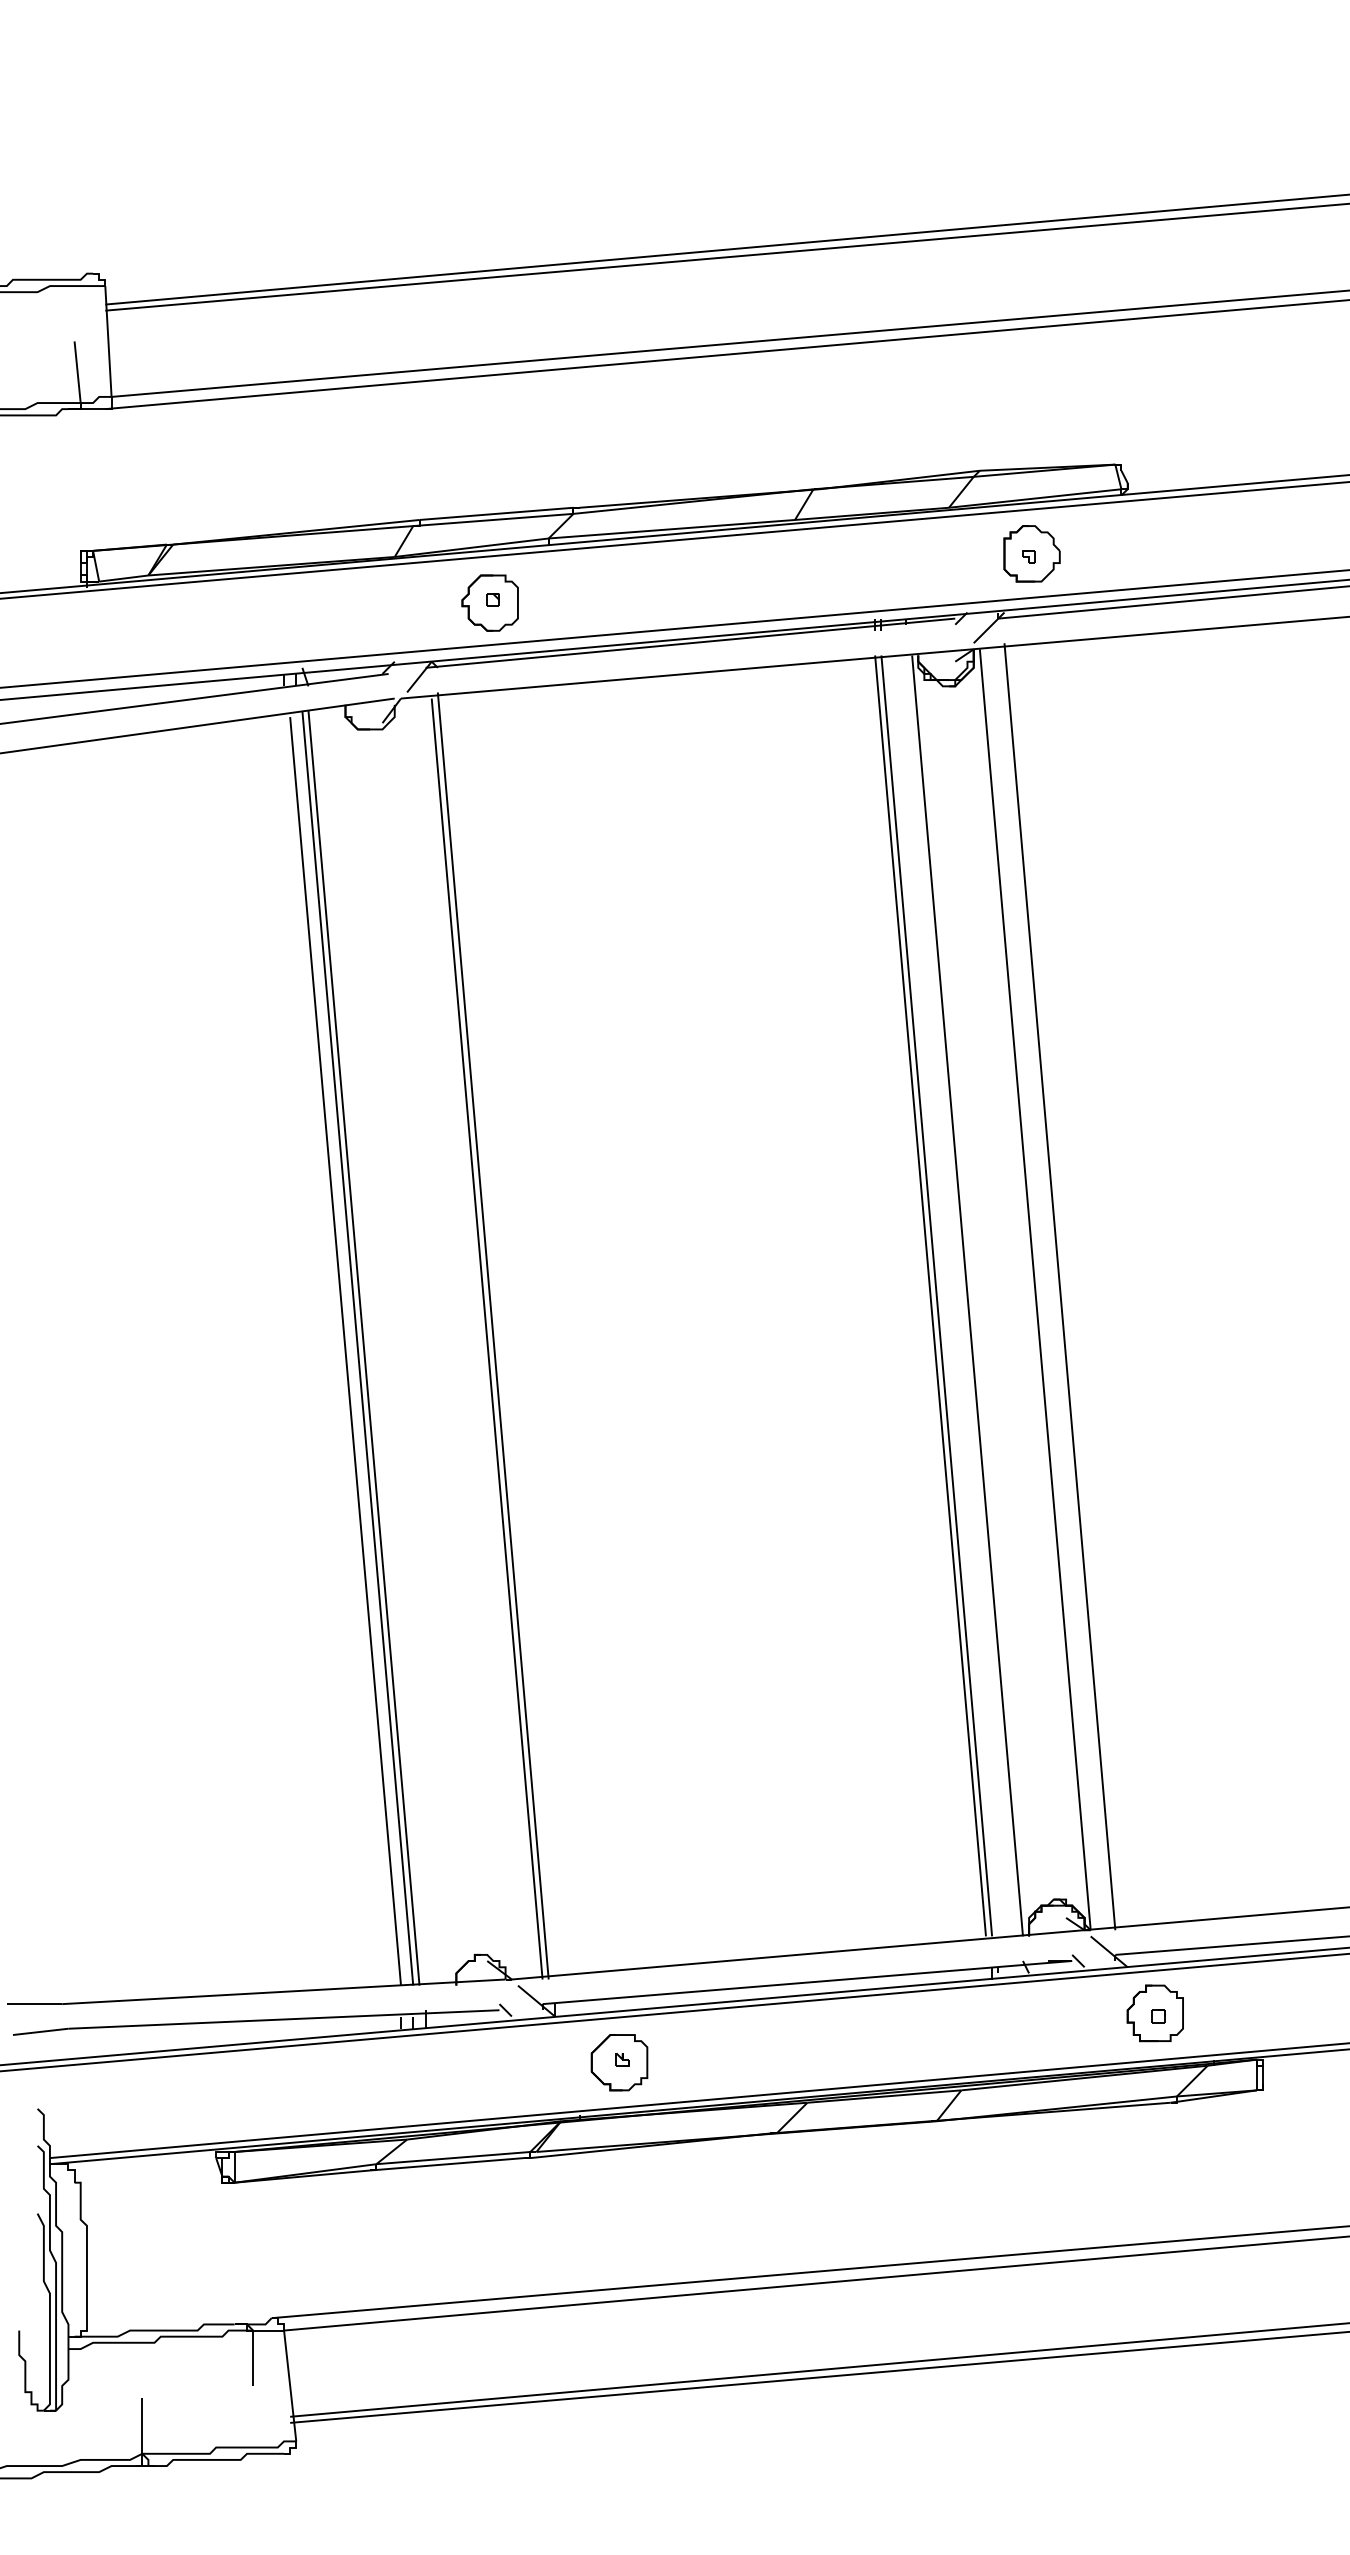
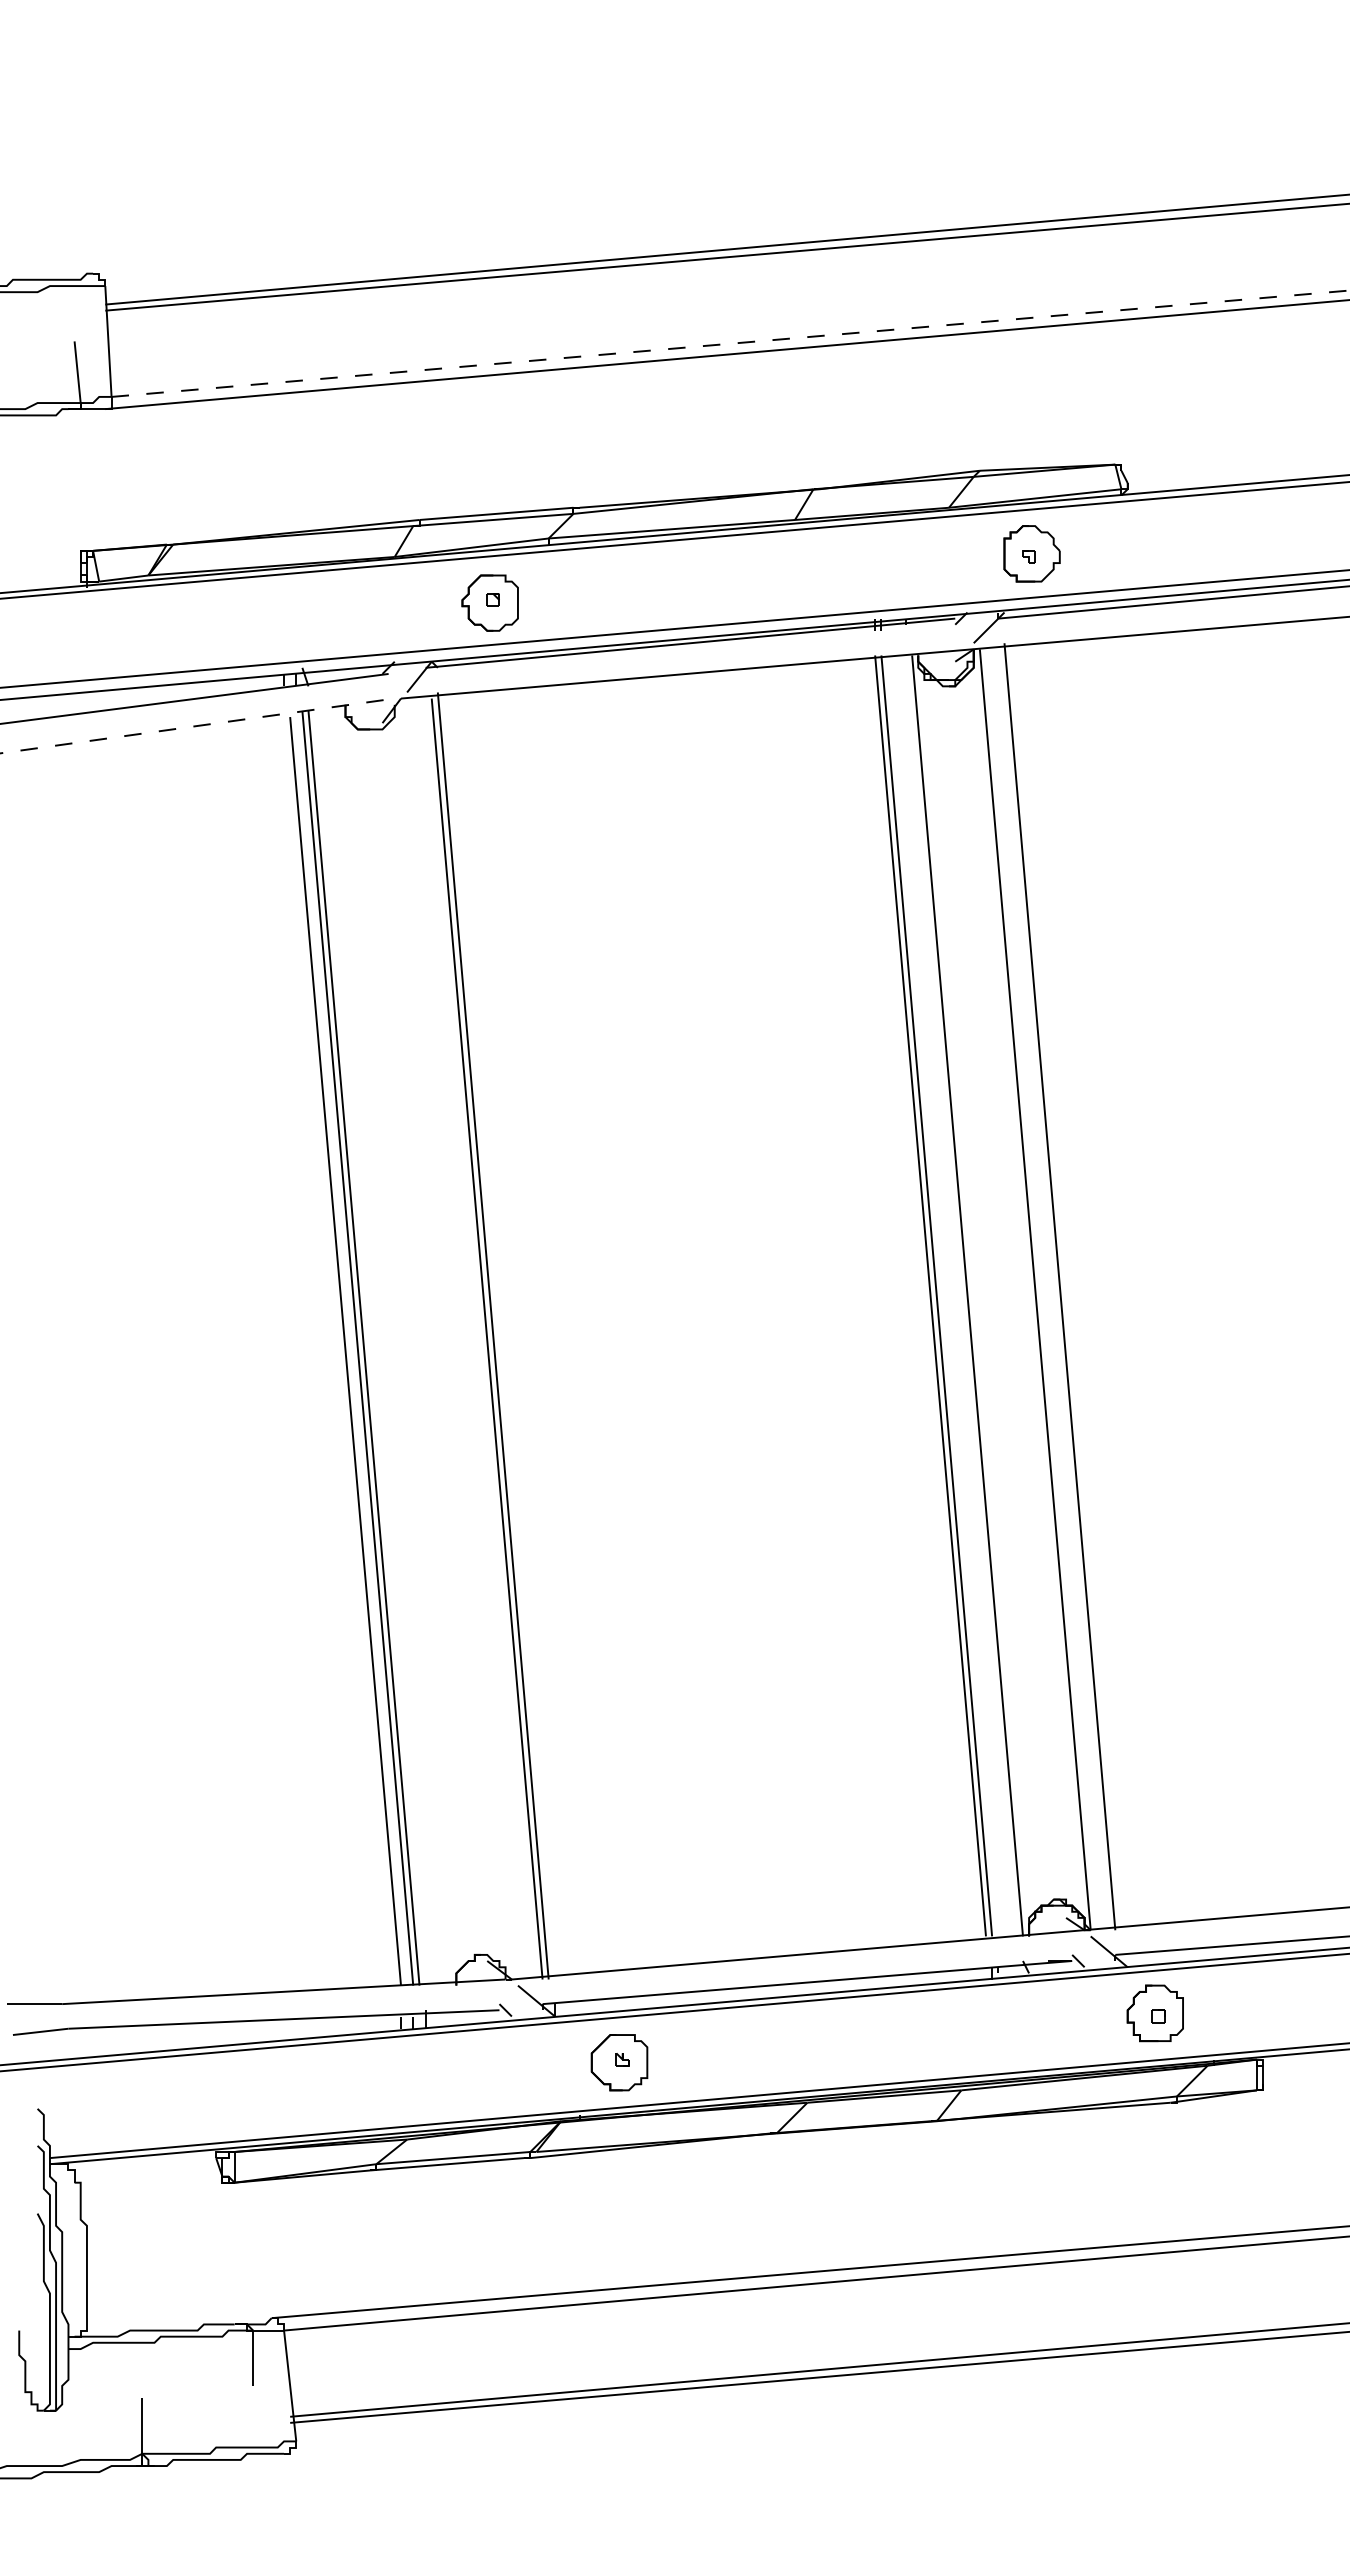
line at (731, 343): solid -> dashed
line at (197, 725): solid -> dashed
